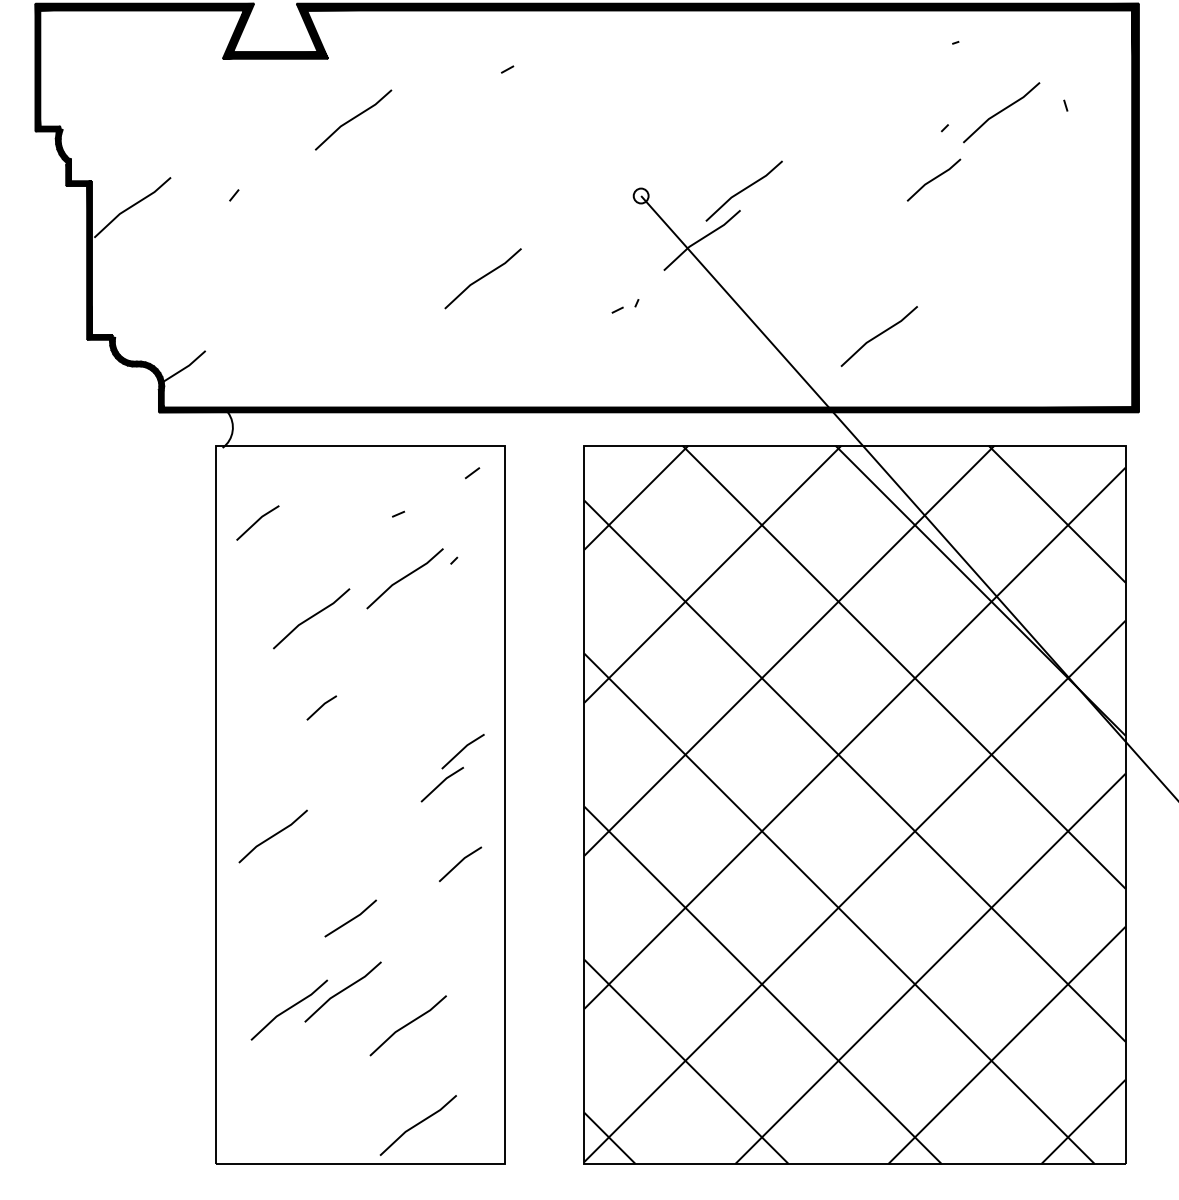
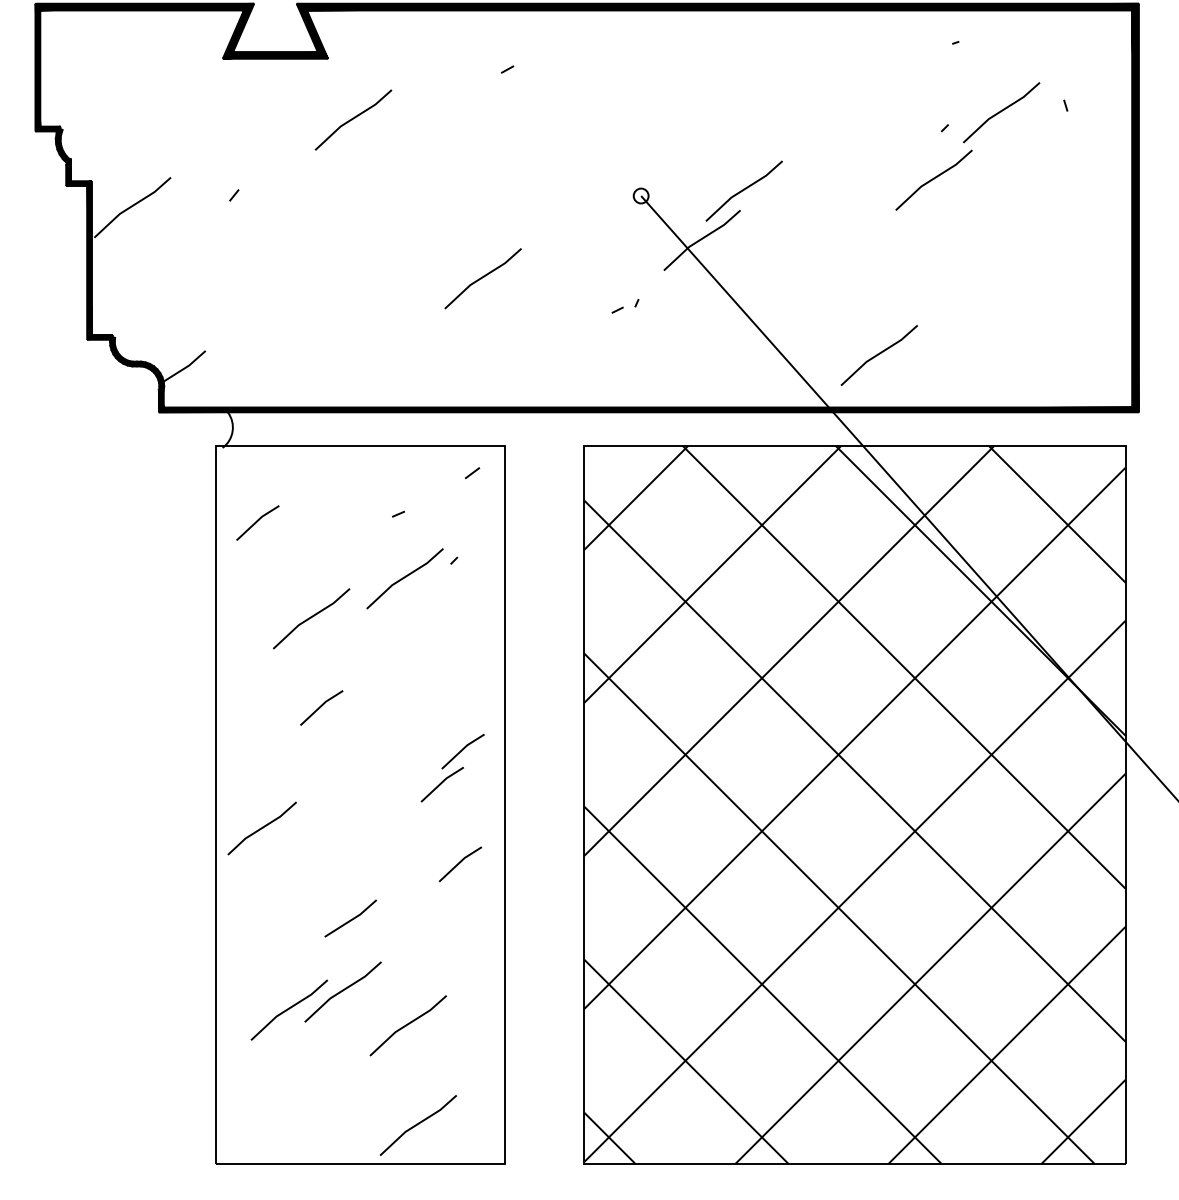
part at (933, 179) size: 56x44 px -> 78x62 px
part at (878, 336) position: (878, 336) -> (878, 355)
part at (321, 707) size: 32x26 px -> 44x36 px
part at (272, 836) position: (272, 836) -> (261, 828)
